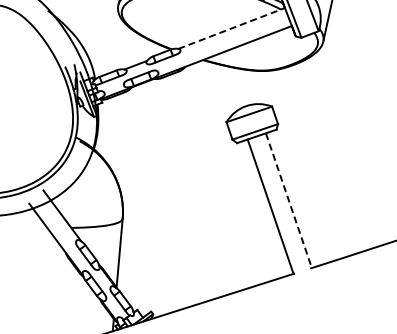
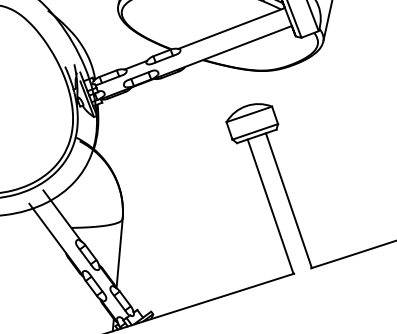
line at (232, 28): dashed -> solid
line at (289, 201): dashed -> solid
